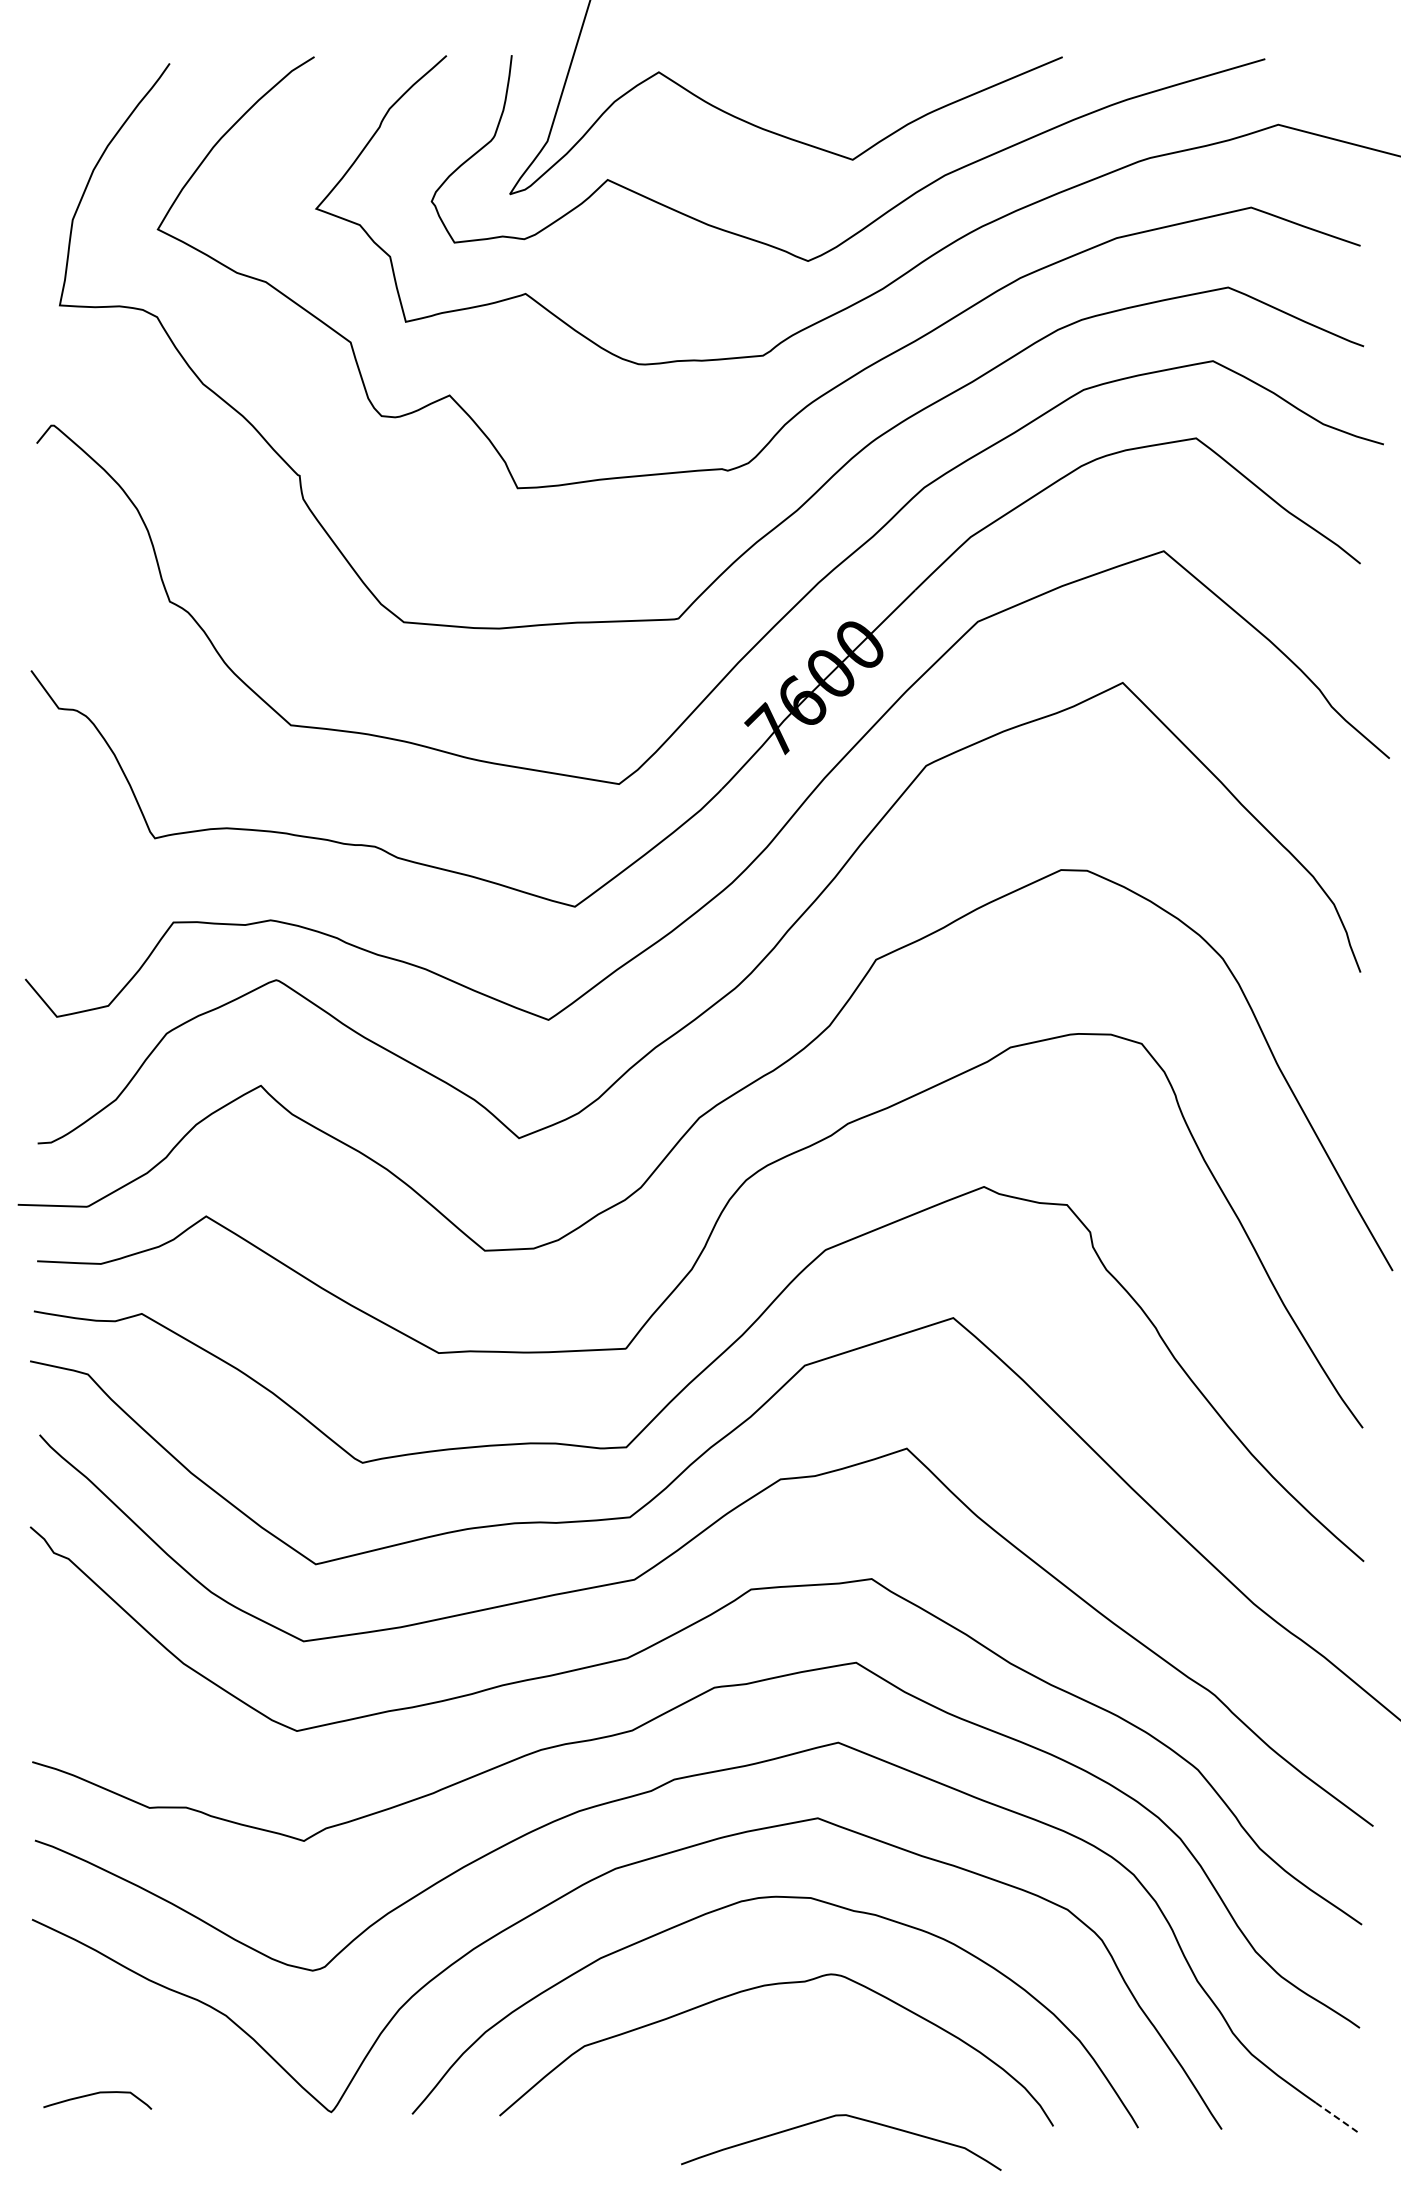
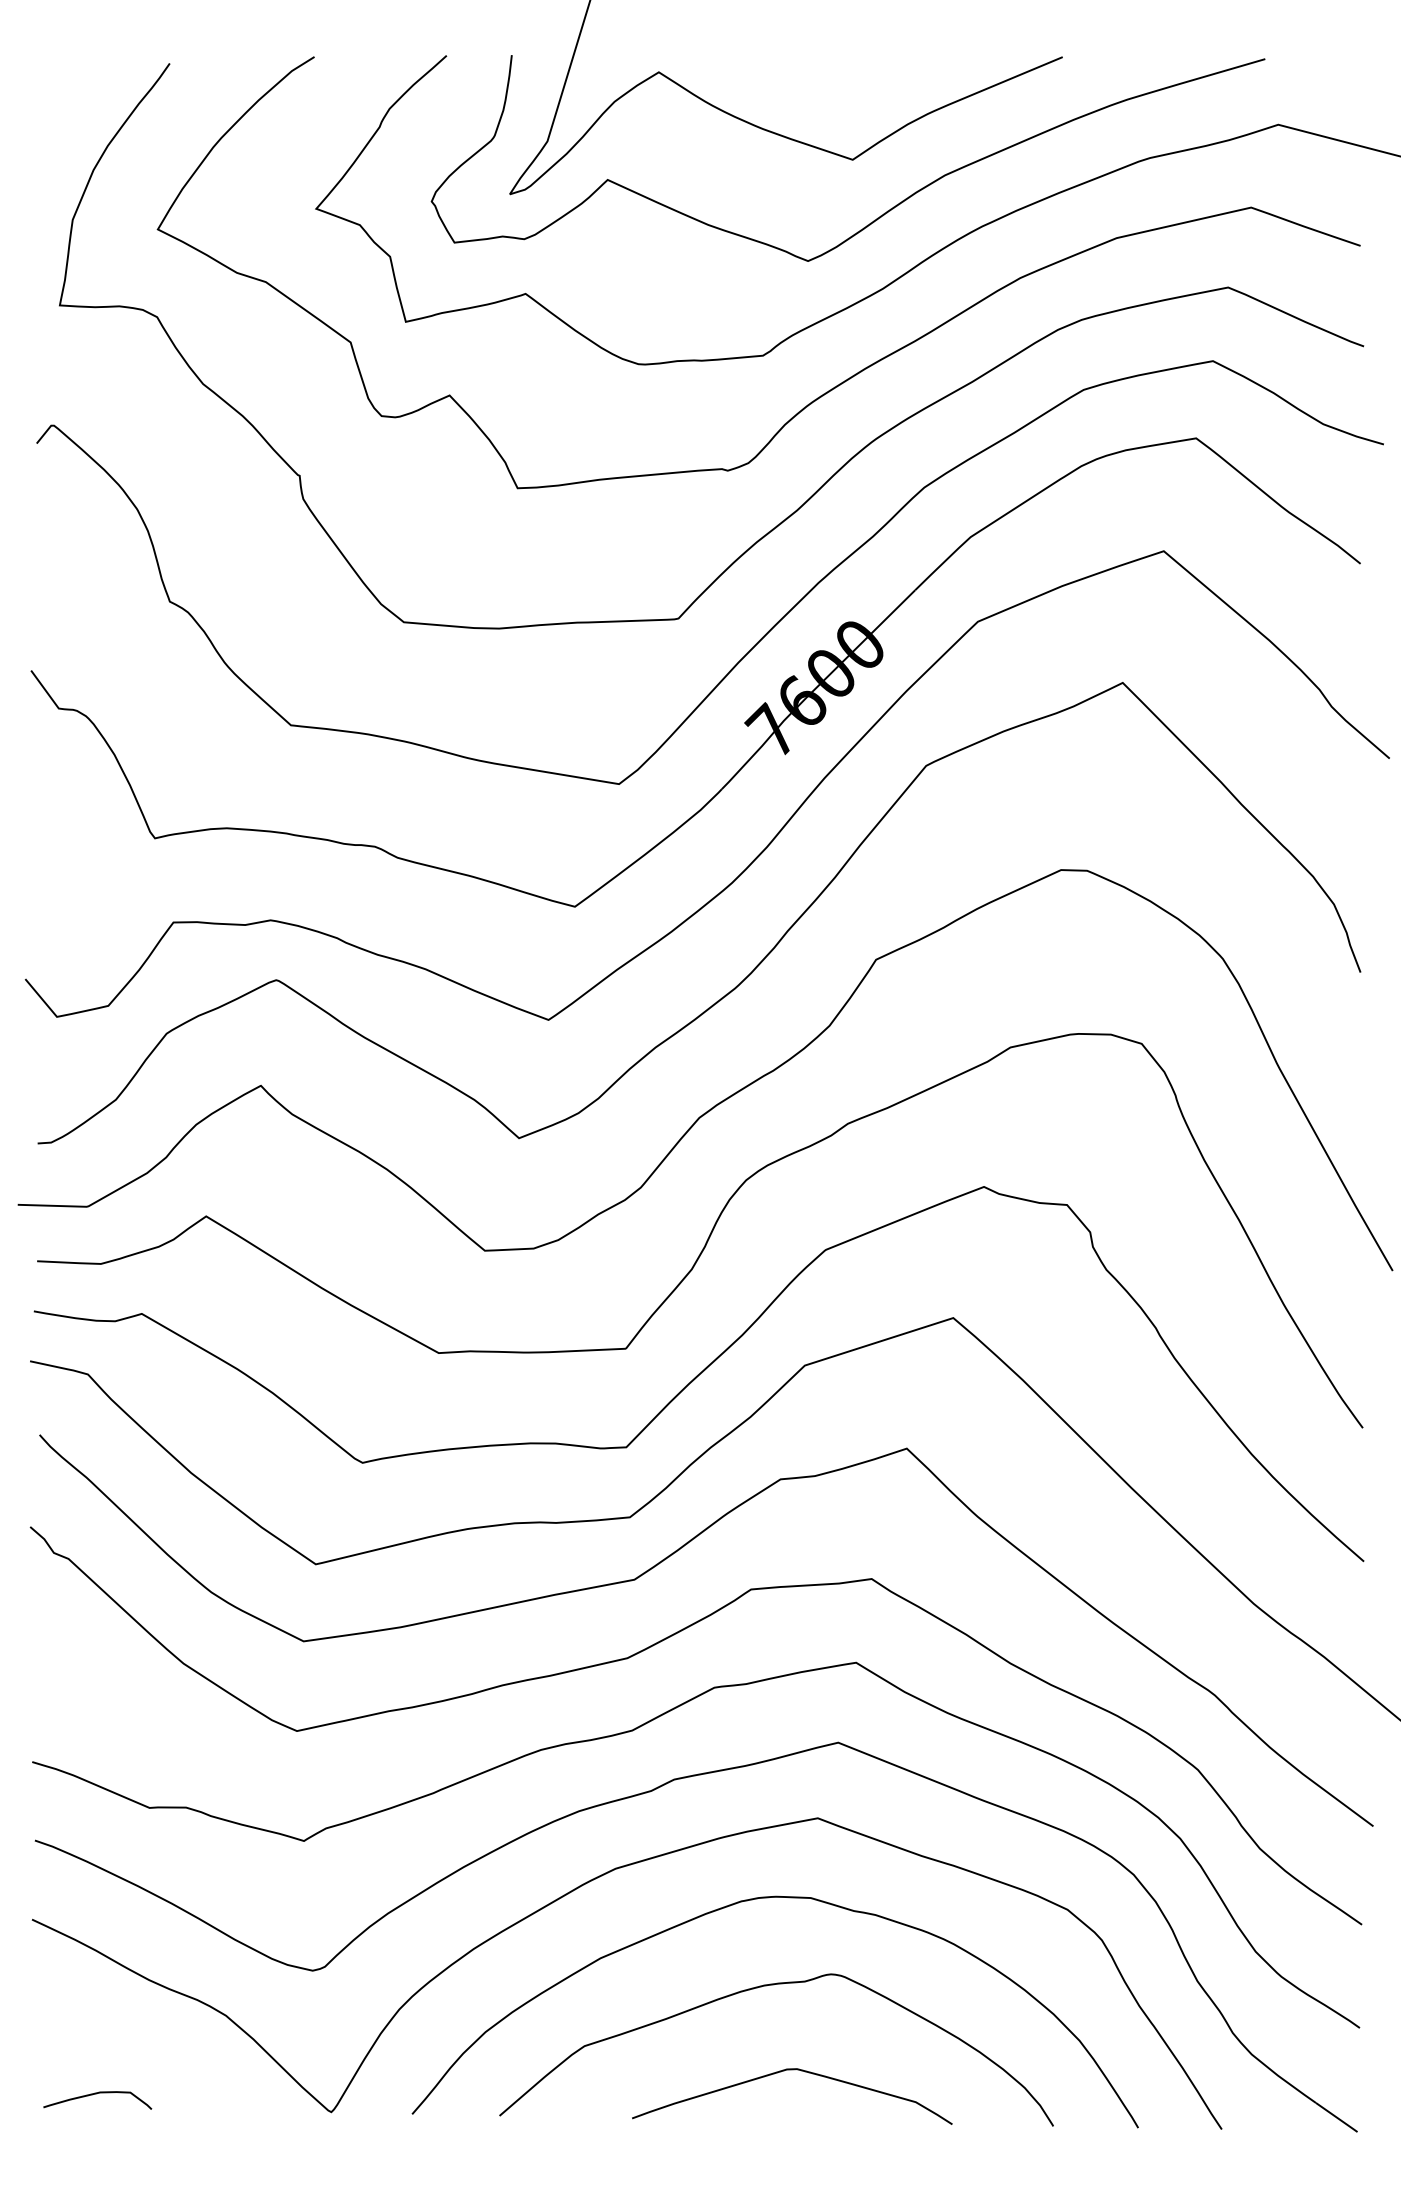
curve at (841, 2116) position: (841, 2116) -> (792, 2070)
line at (1337, 2118): dashed -> solid
